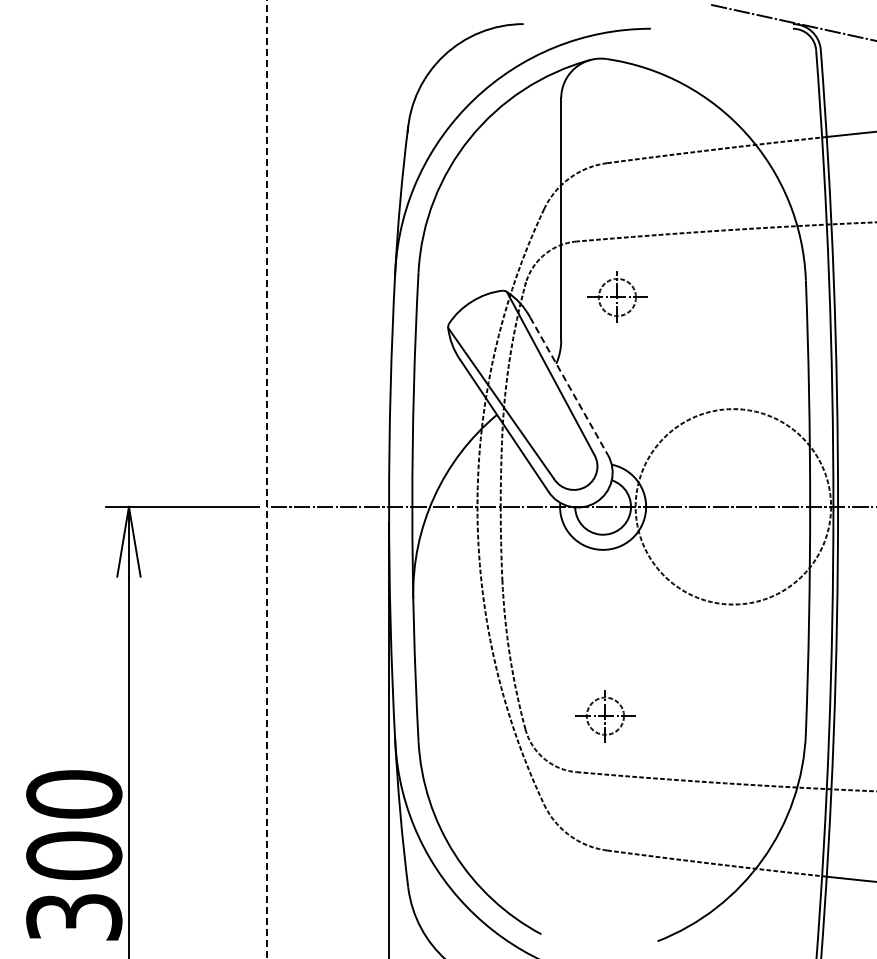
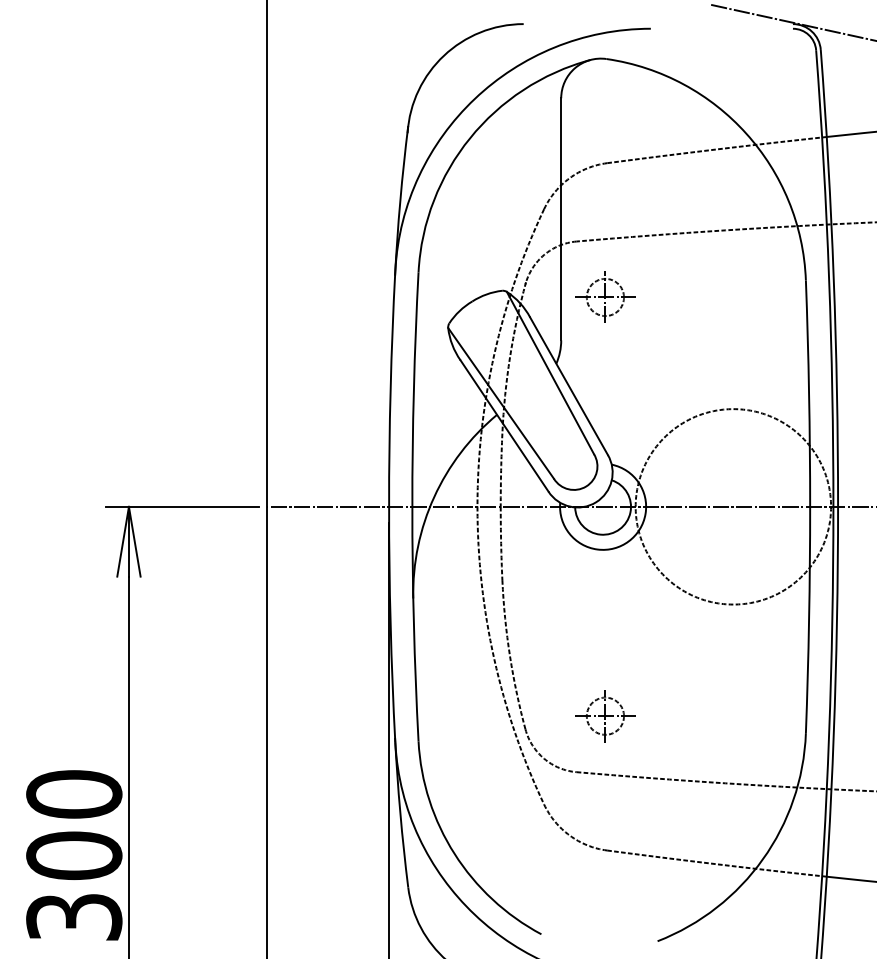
part at (617, 296) position: (617, 296) -> (605, 296)
line at (569, 386): dashed -> solid
line at (267, 479): dashed -> solid
